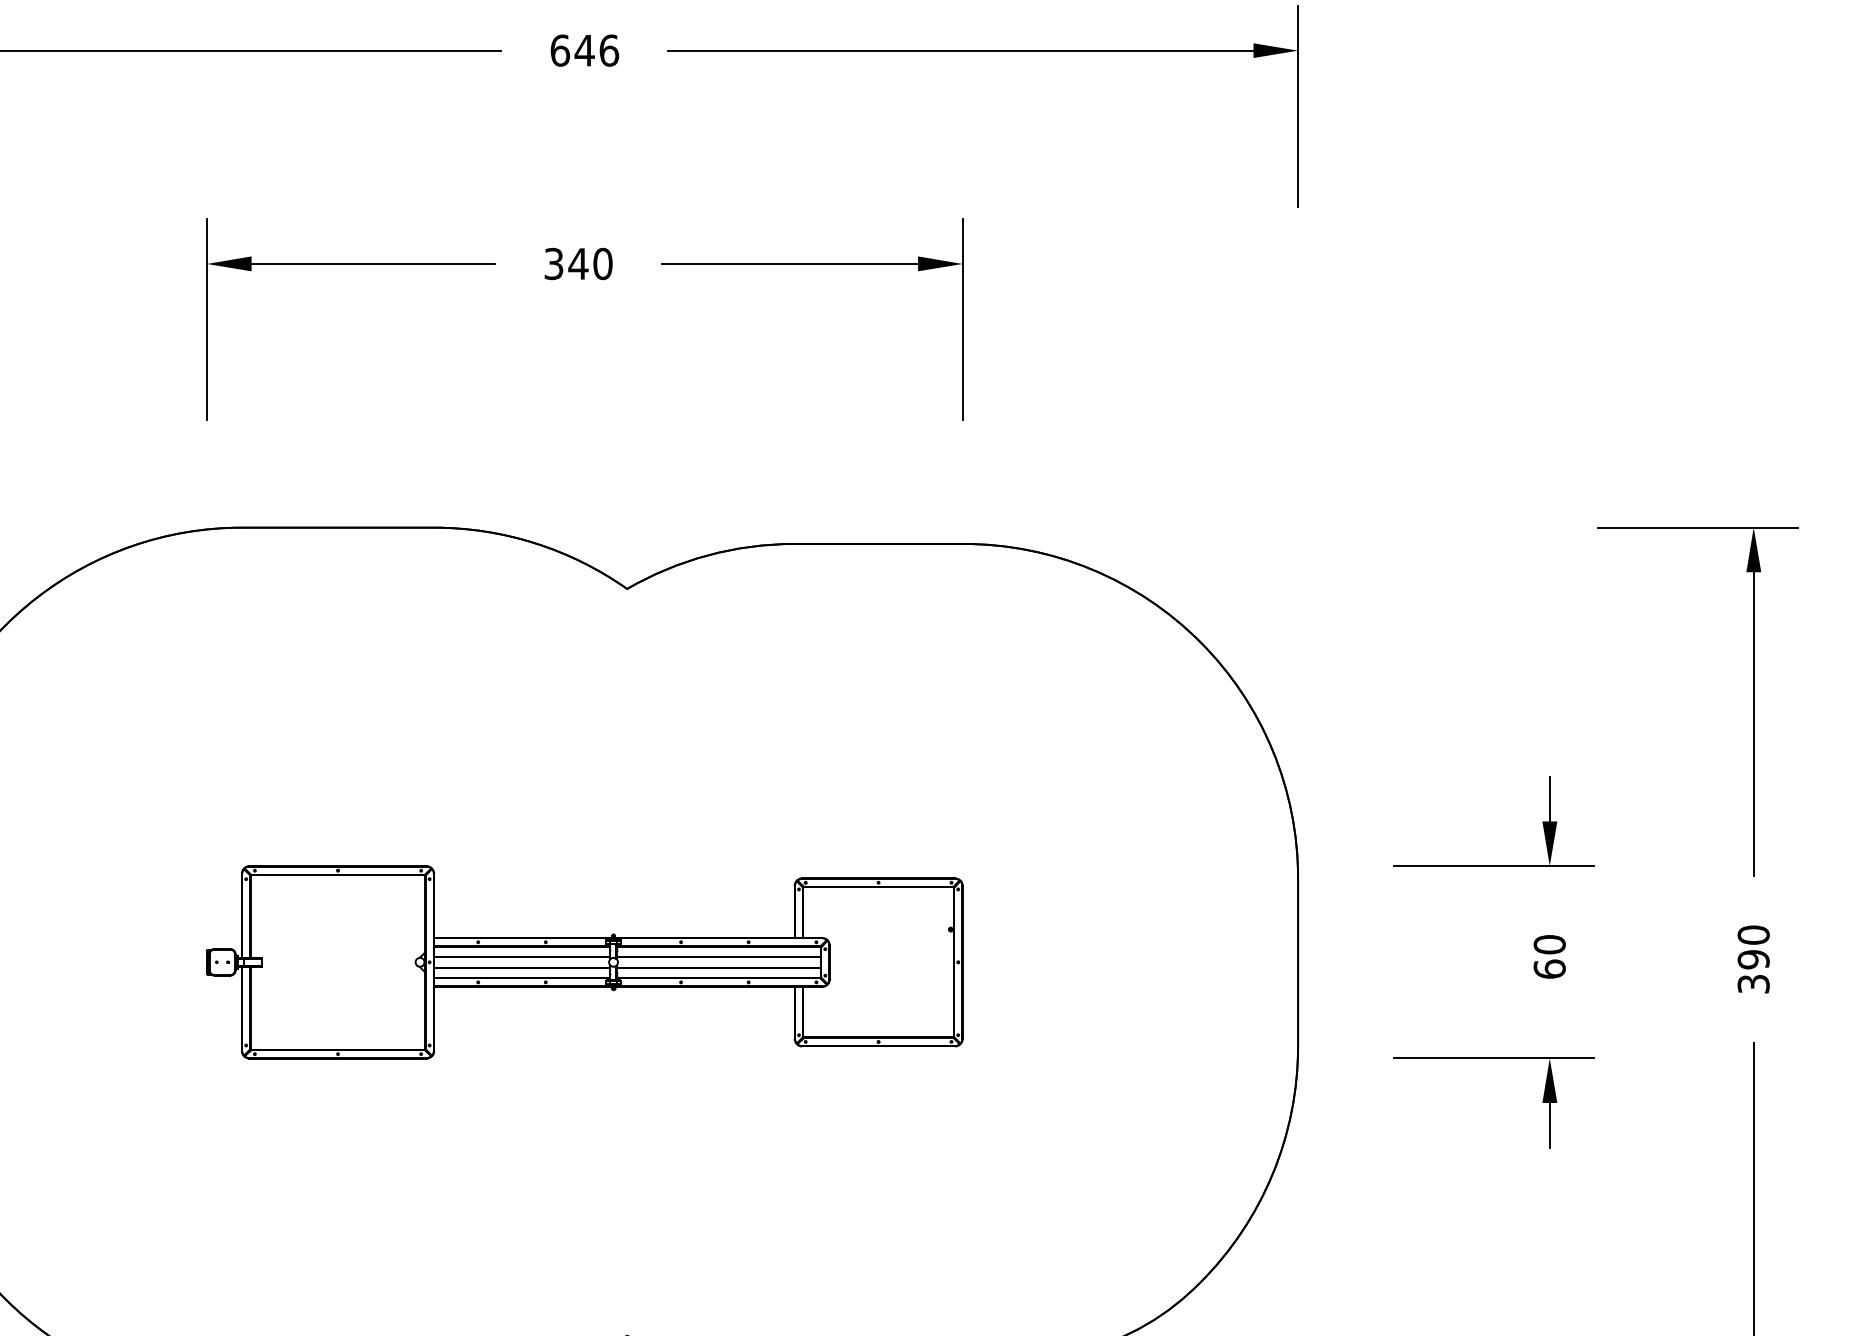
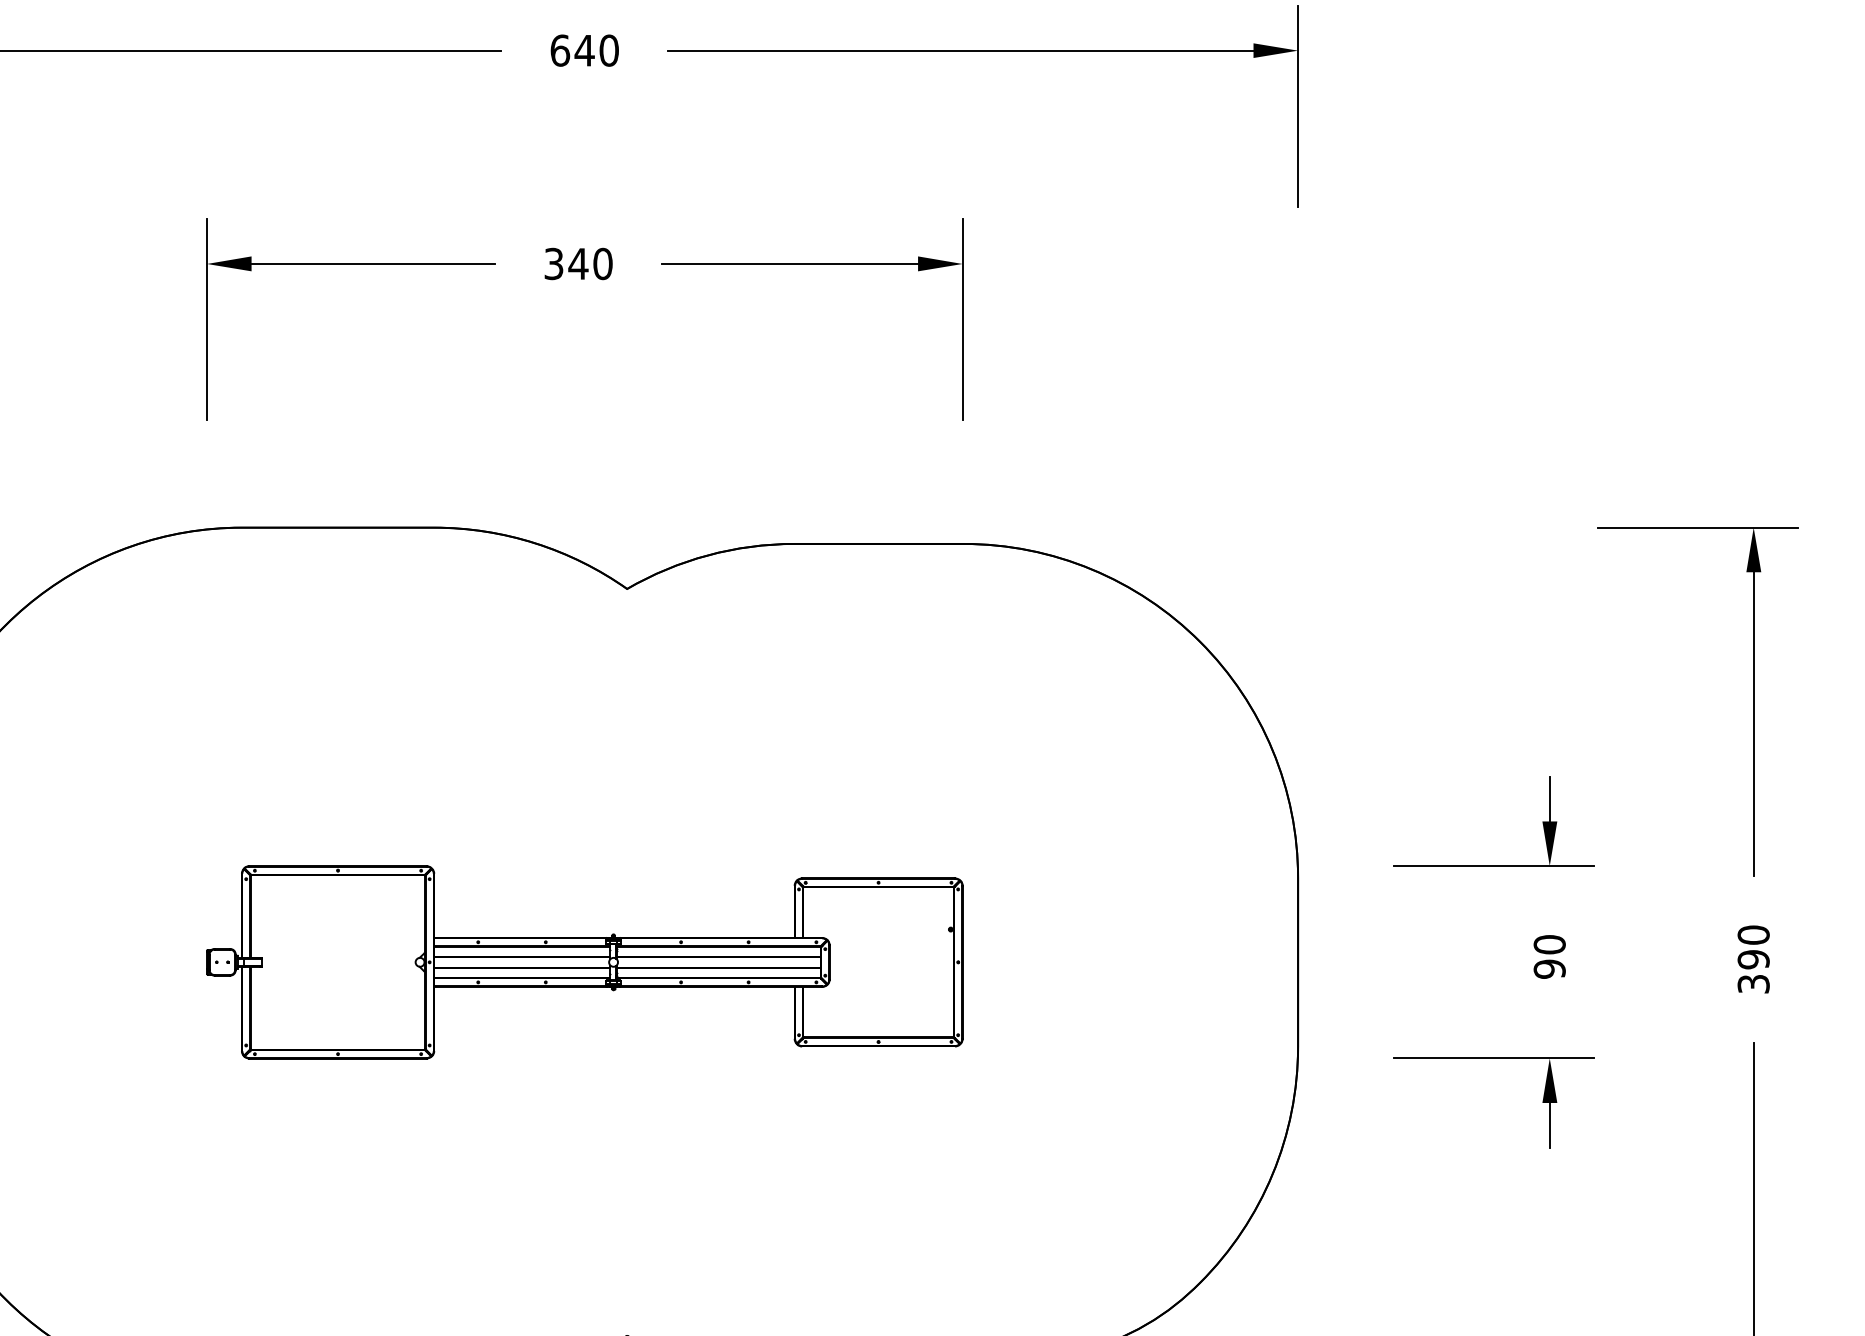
text at (609, 50): 646 -> 640
text at (1549, 968): 60 -> 90
